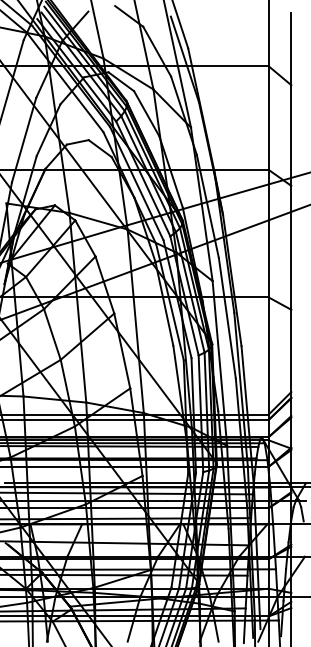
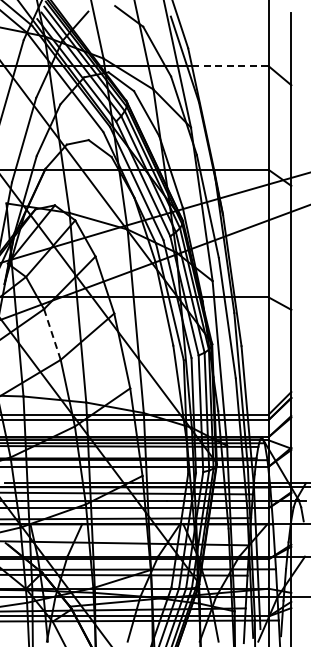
line at (230, 66): solid -> dashed
line at (52, 334): solid -> dashed
